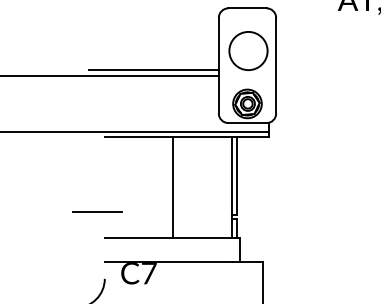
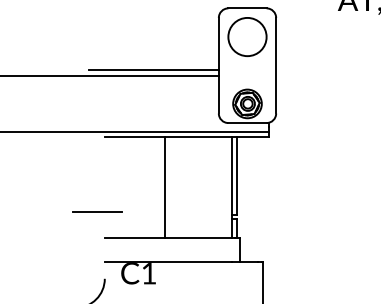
circle at (248, 50) position: (248, 50) -> (247, 36)
line at (173, 187) position: (173, 187) -> (165, 187)
text at (149, 273): C7 -> C1
